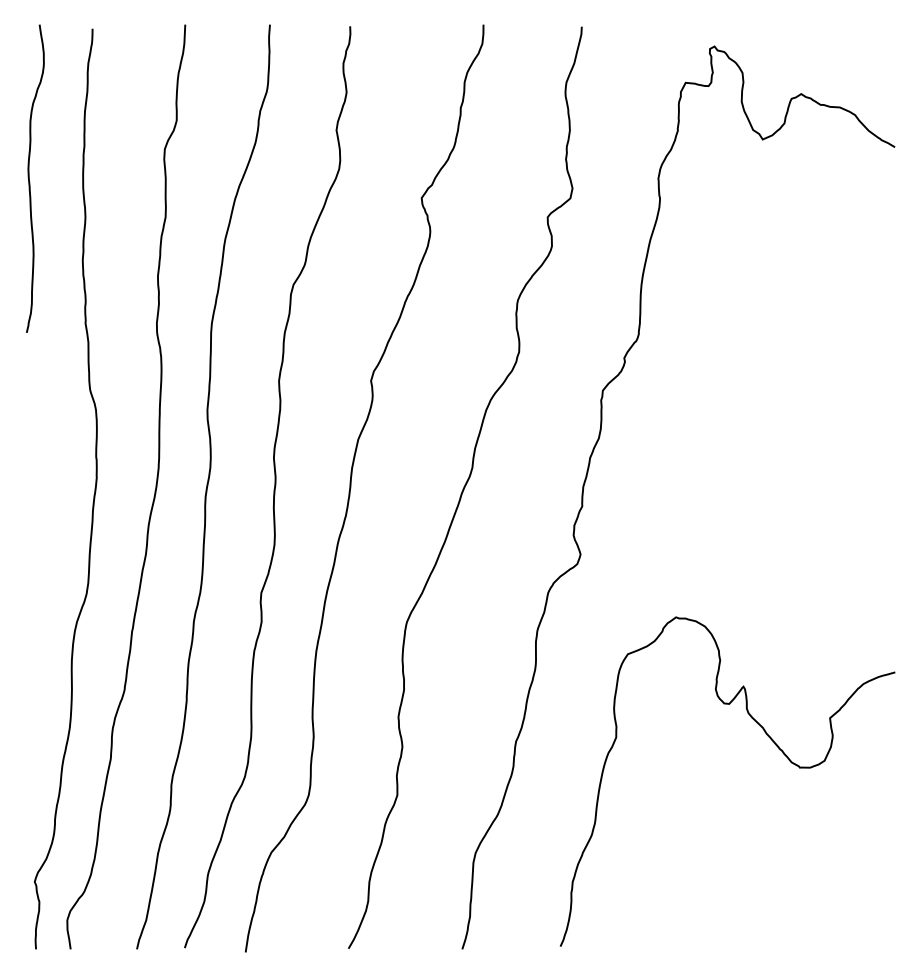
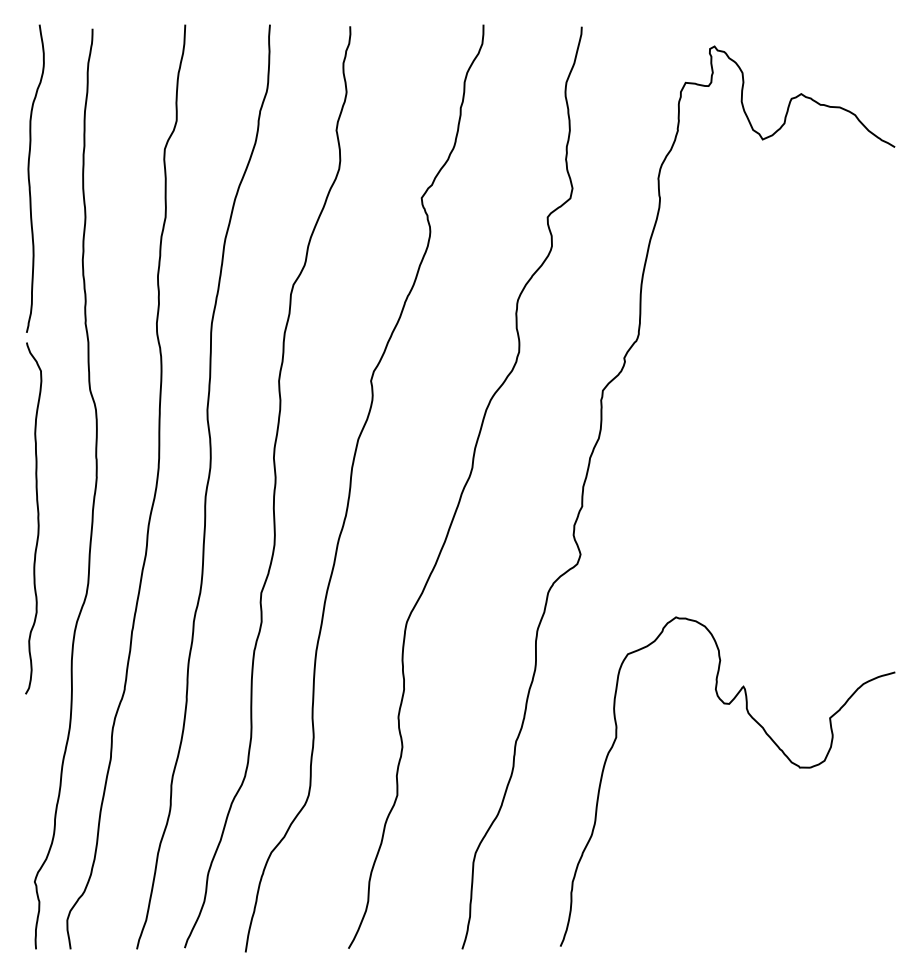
curve at (37, 518): none -> present
